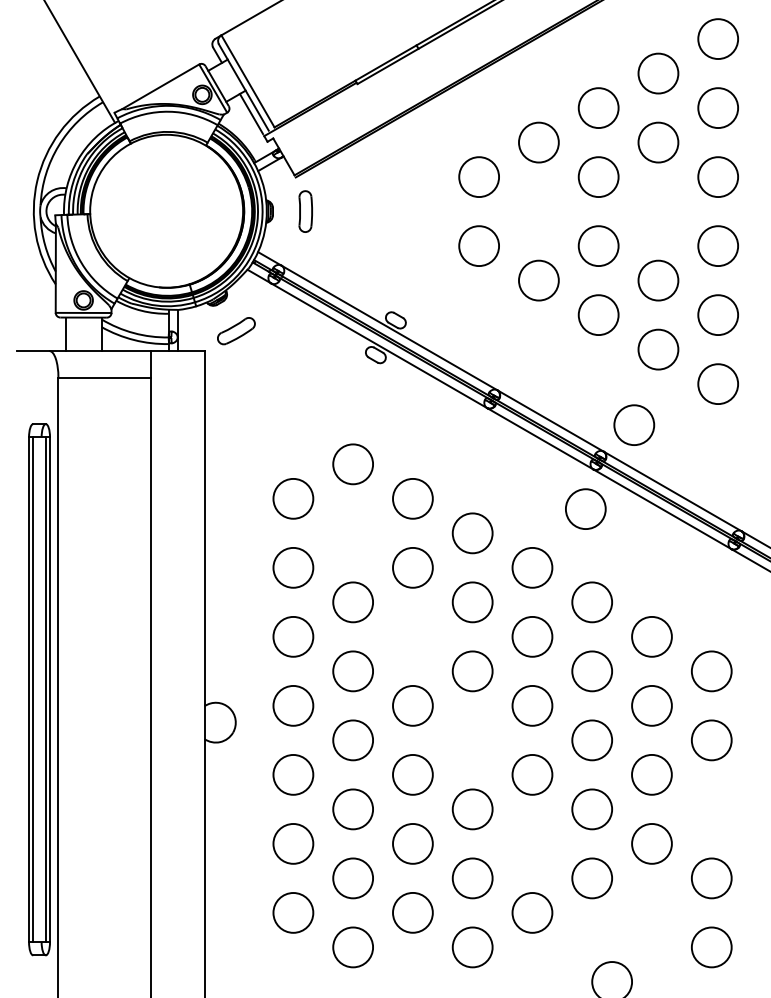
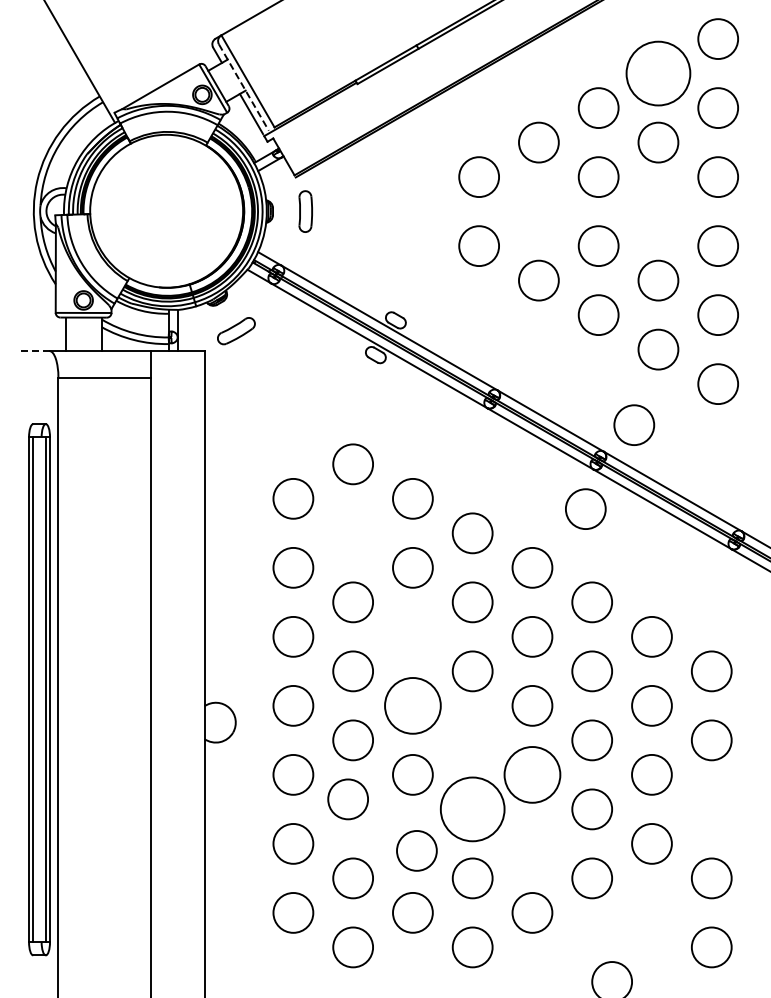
circle at (658, 73) diameter: 40 px -> 64 px
line at (243, 87): solid -> dashed
line at (32, 351): solid -> dashed
circle at (412, 705) diameter: 40 px -> 56 px
circle at (532, 774) diameter: 40 px -> 56 px
circle at (352, 809) position: (352, 809) -> (347, 799)
circle at (472, 809) diameter: 40 px -> 64 px
circle at (412, 843) position: (412, 843) -> (416, 850)
